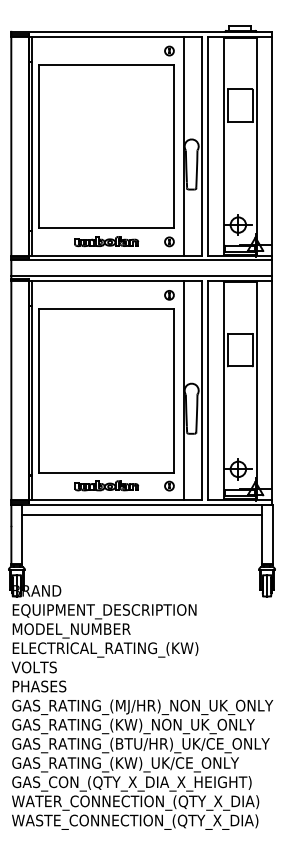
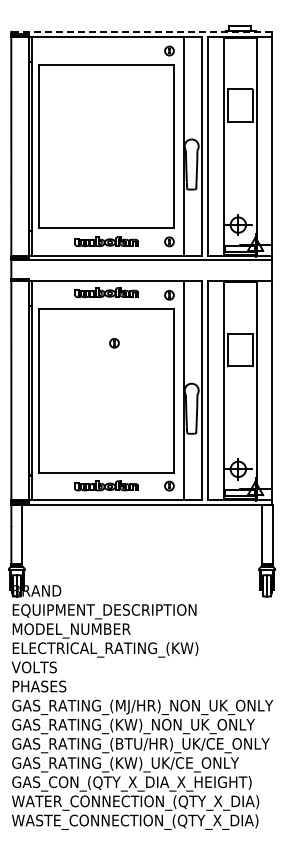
line at (141, 31): solid -> dashed
line at (141, 276): present -> none
part at (106, 292): none -> present
part at (114, 343): none -> present
line at (141, 515): present -> none
